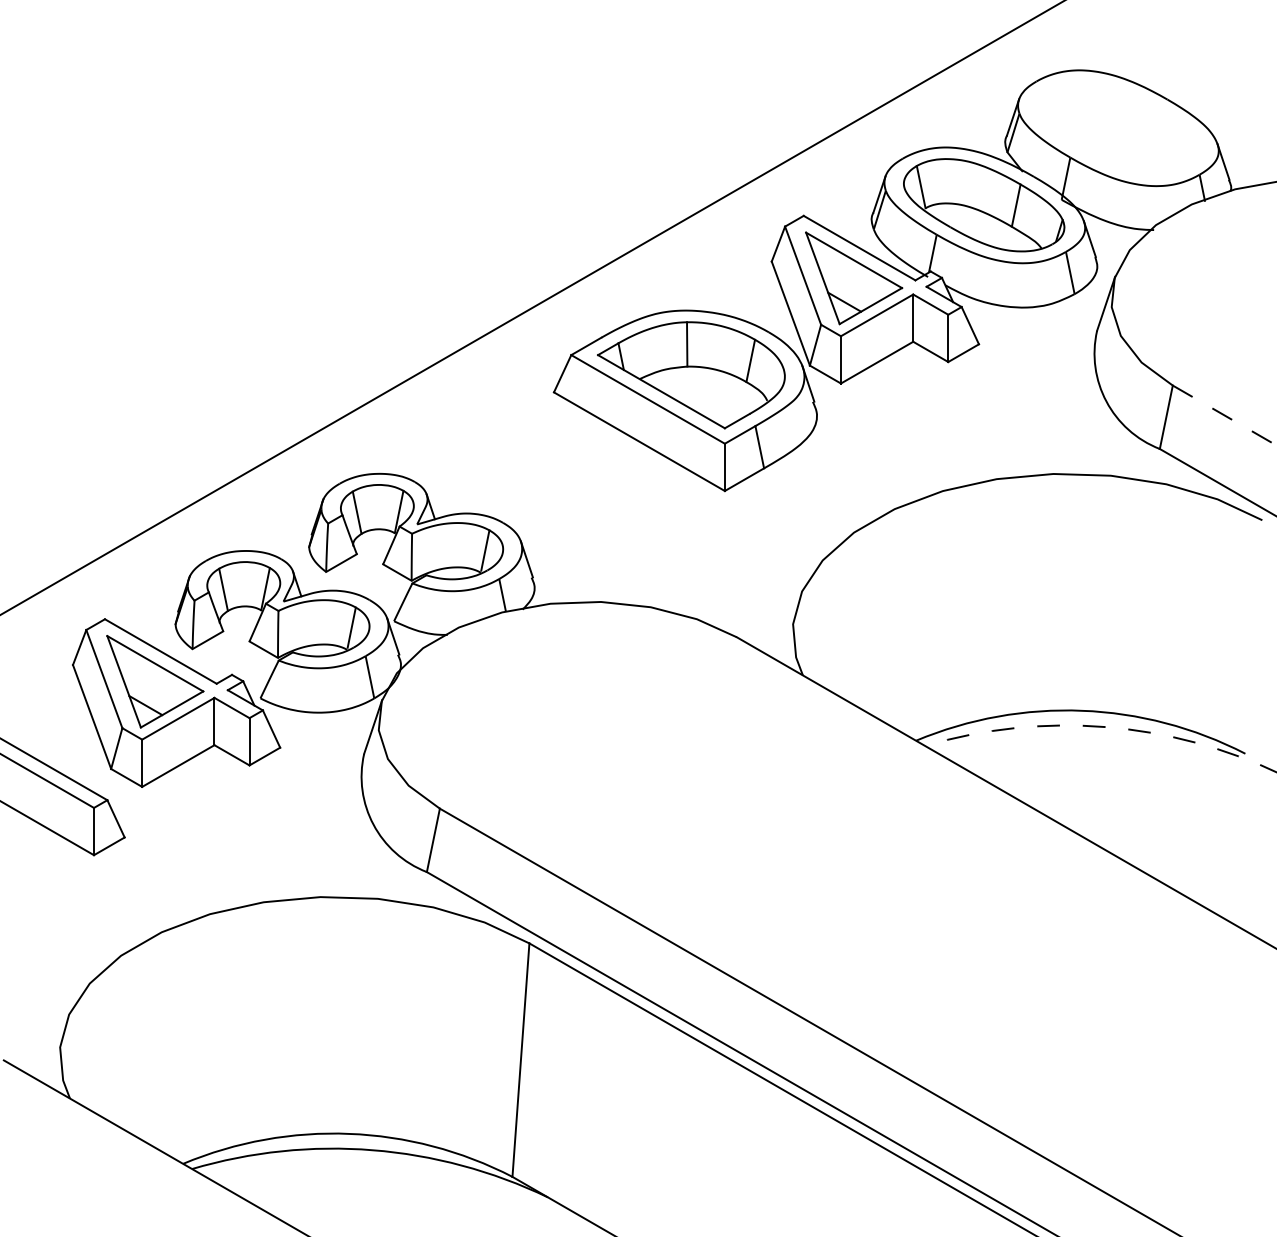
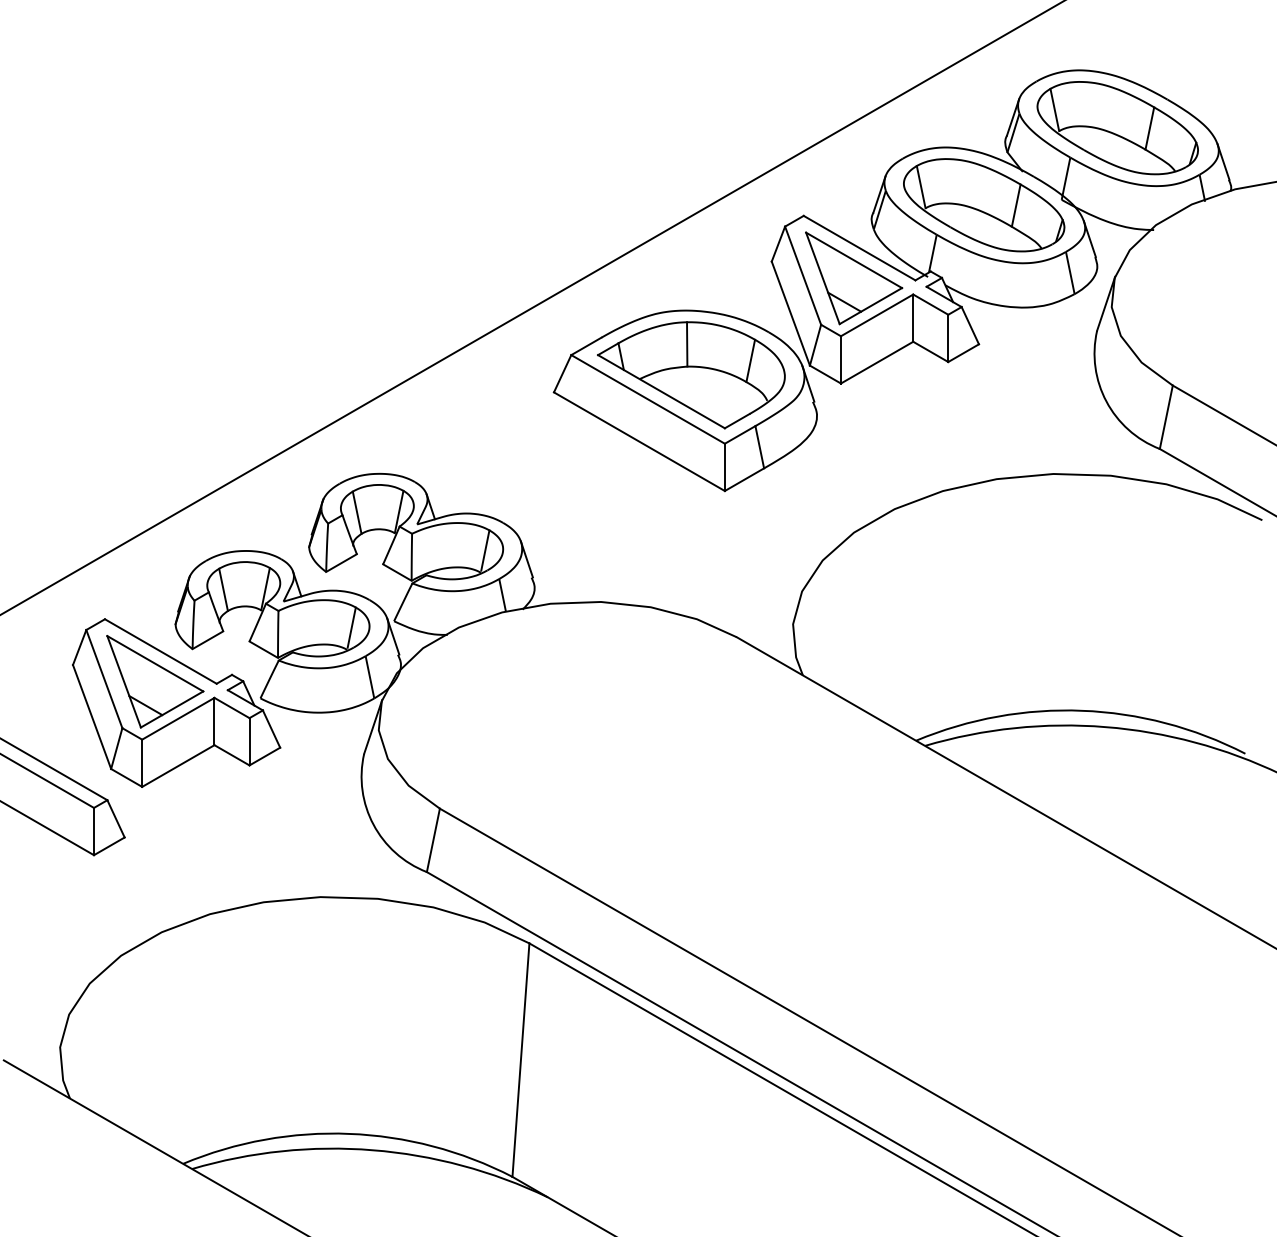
part at (1117, 128): none -> present
line at (1224, 415): dashed -> solid
arc at (1103, 726): dashed -> solid
